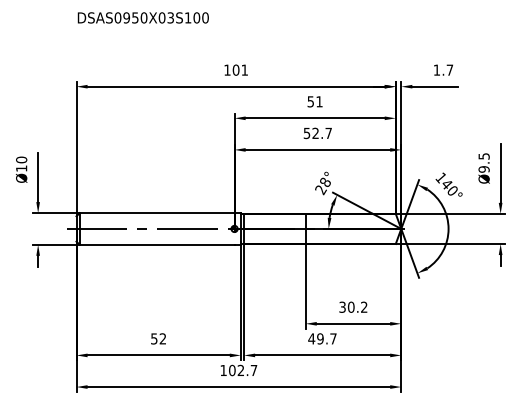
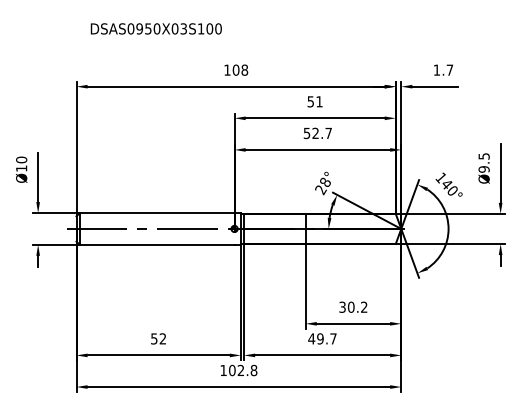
text at (142, 17) position: (142, 17) -> (155, 28)
text at (244, 69): 101 -> 108
text at (253, 370): 102.7 -> 102.8
